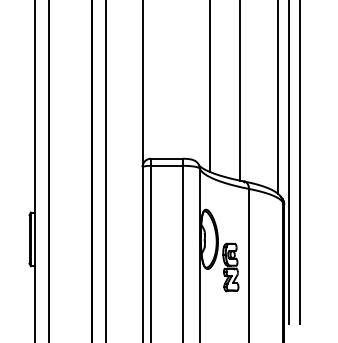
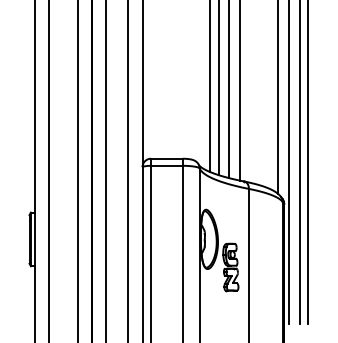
line at (218, 88): none -> present
line at (229, 90): none -> present
line at (308, 163): none -> present
line at (77, 170): none -> present
line at (128, 170): none -> present
